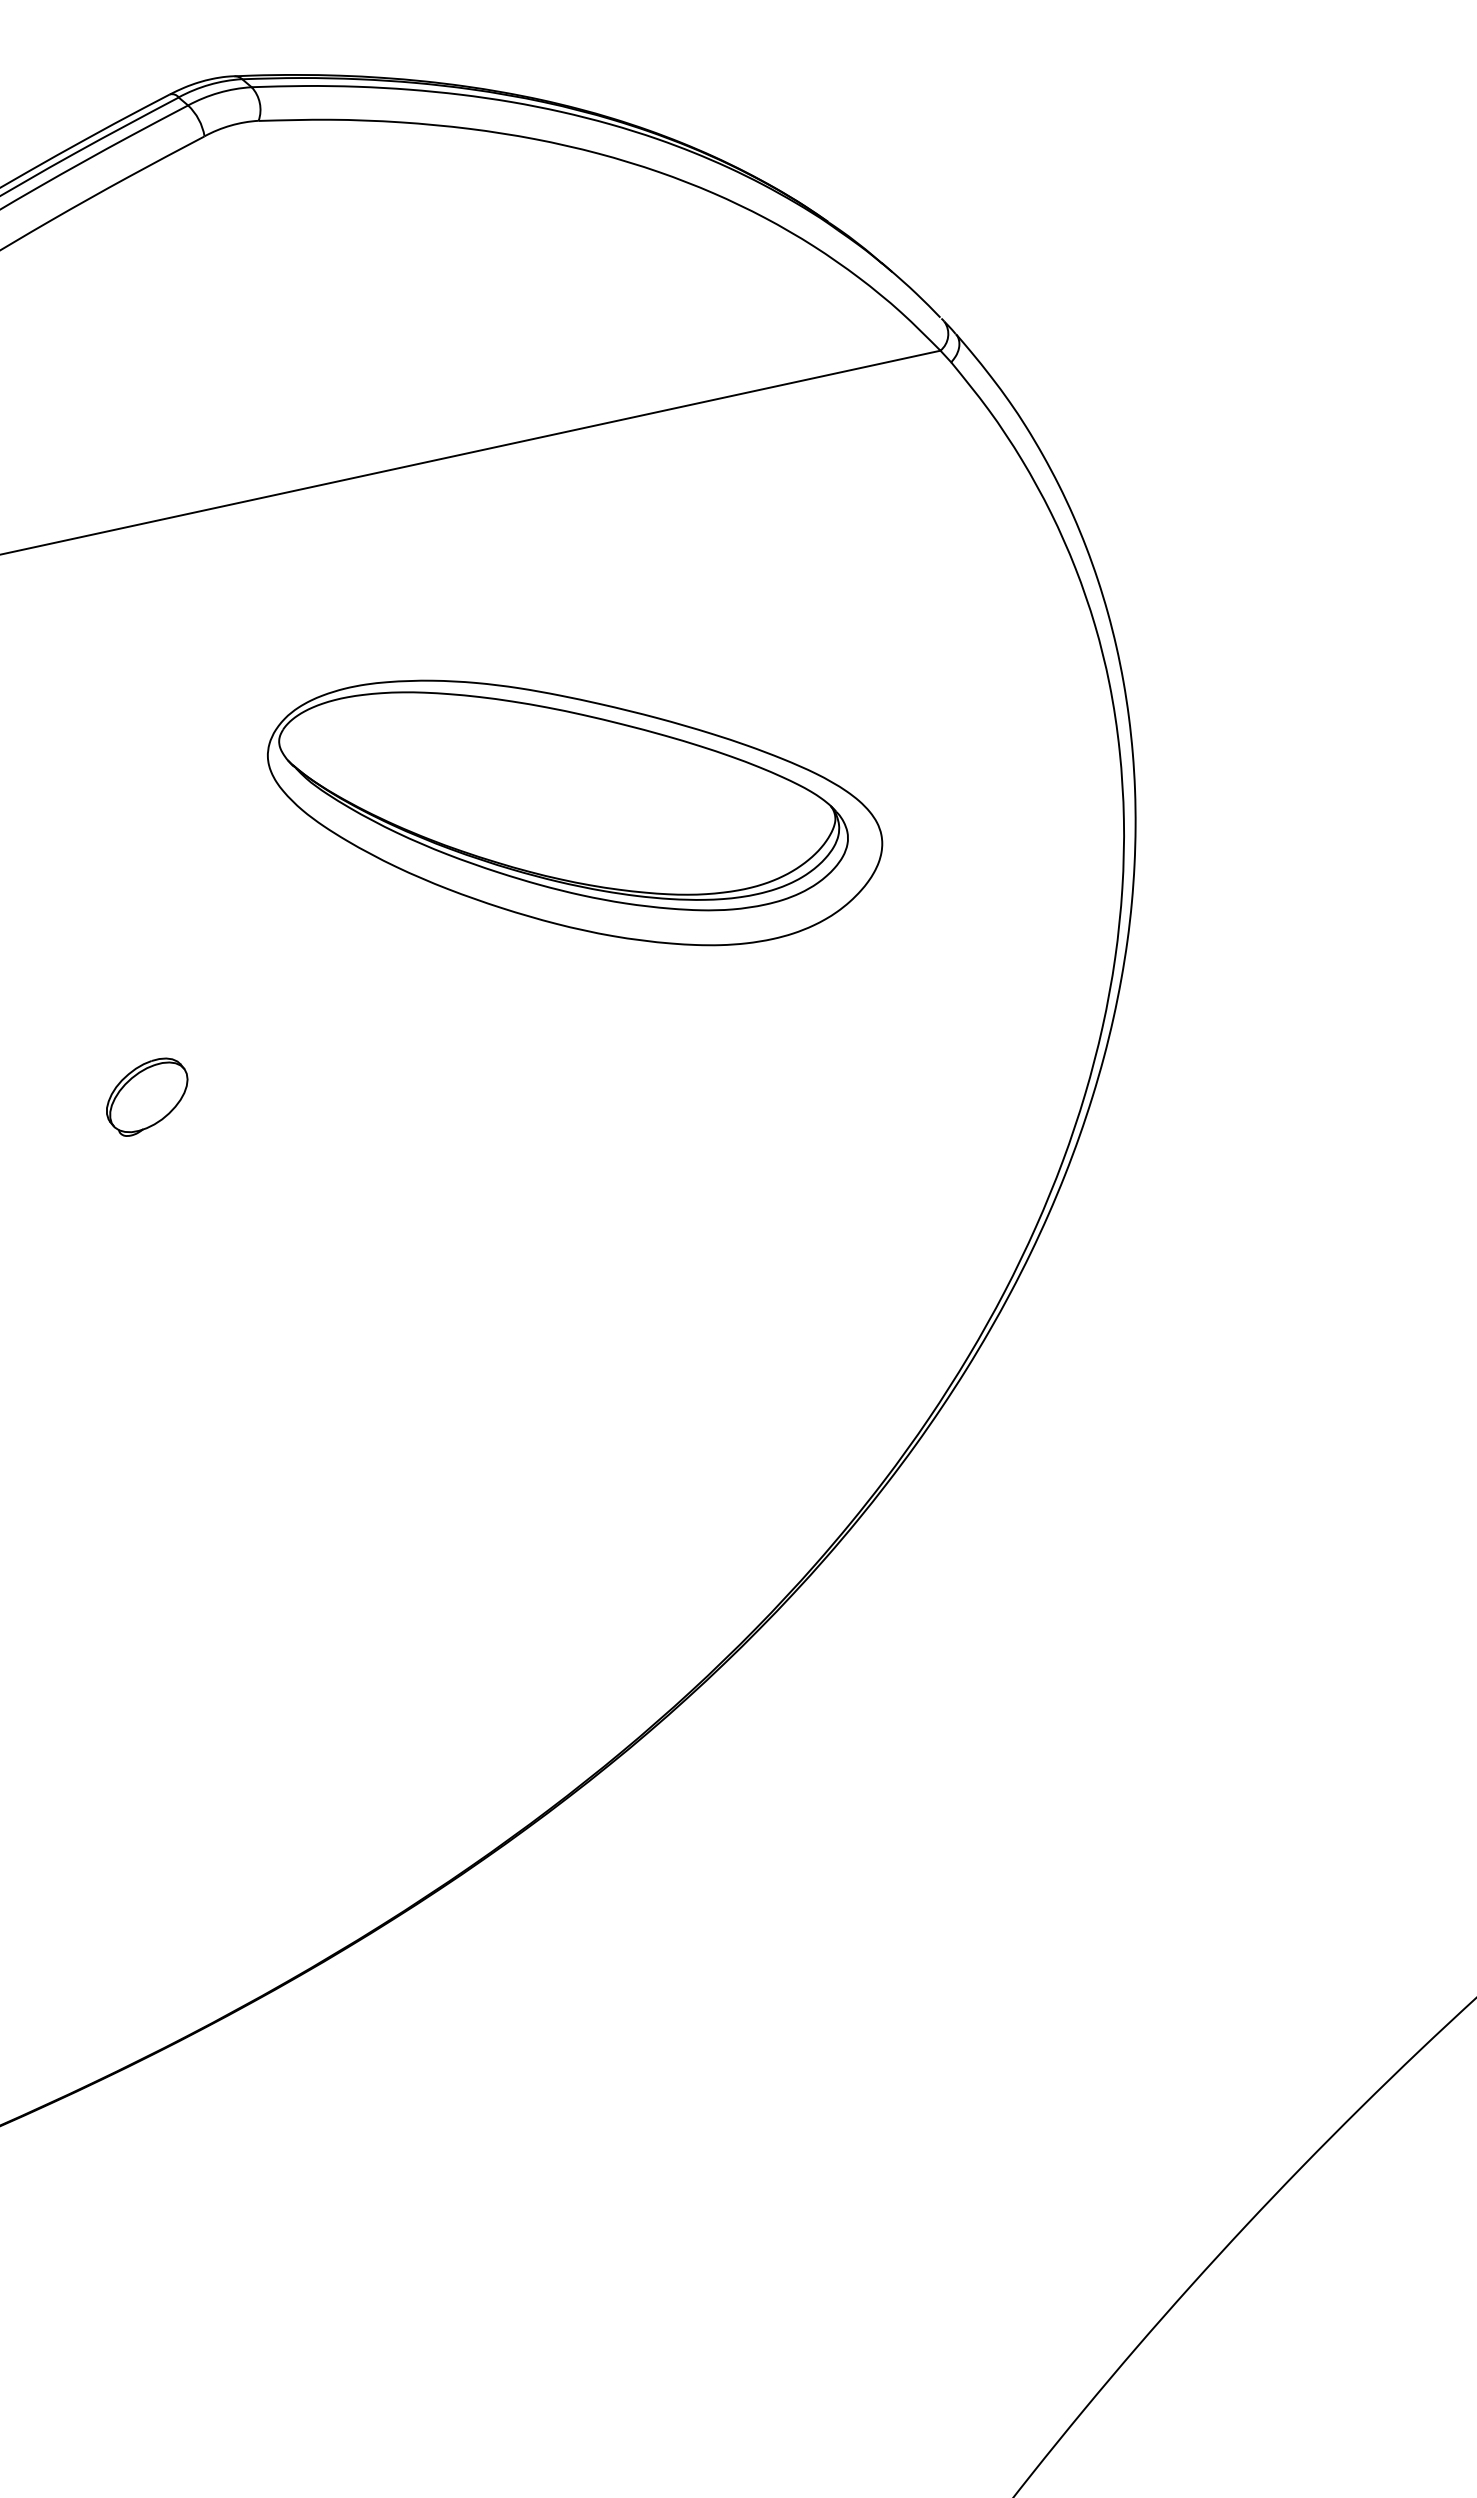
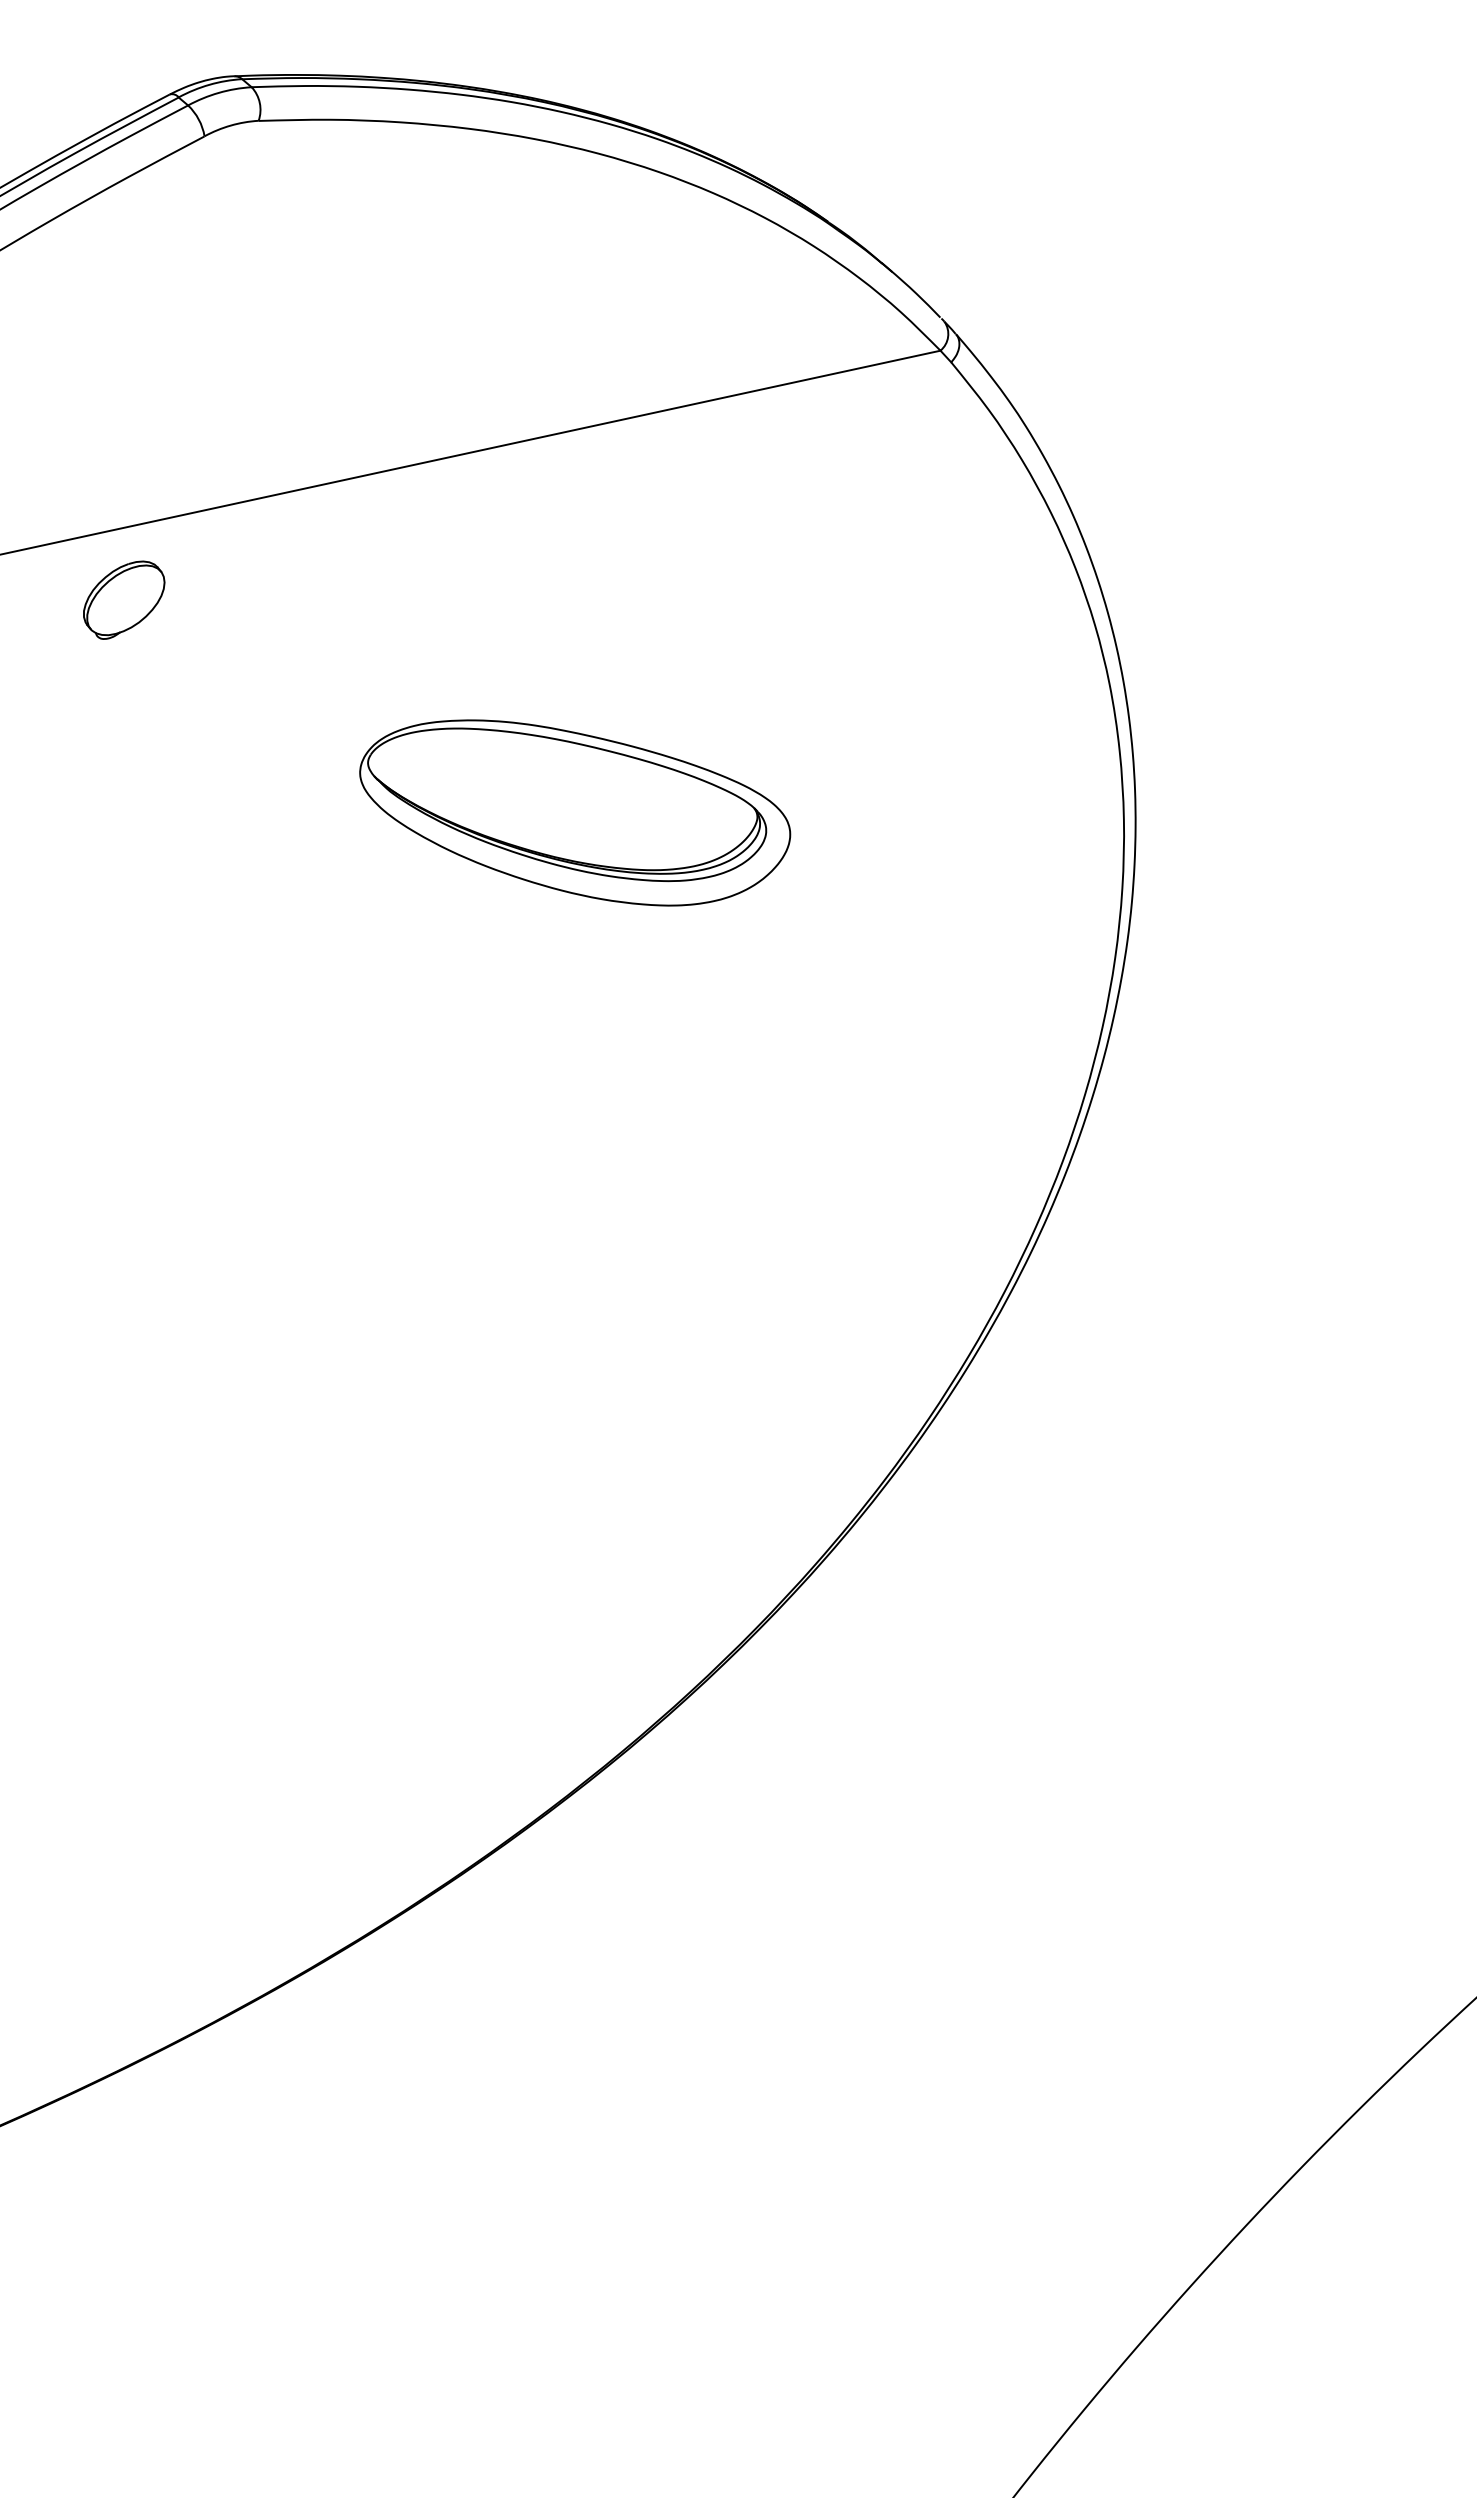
part at (575, 812) size: 617x268 px -> 433x188 px
part at (147, 1096) position: (147, 1096) -> (124, 599)
